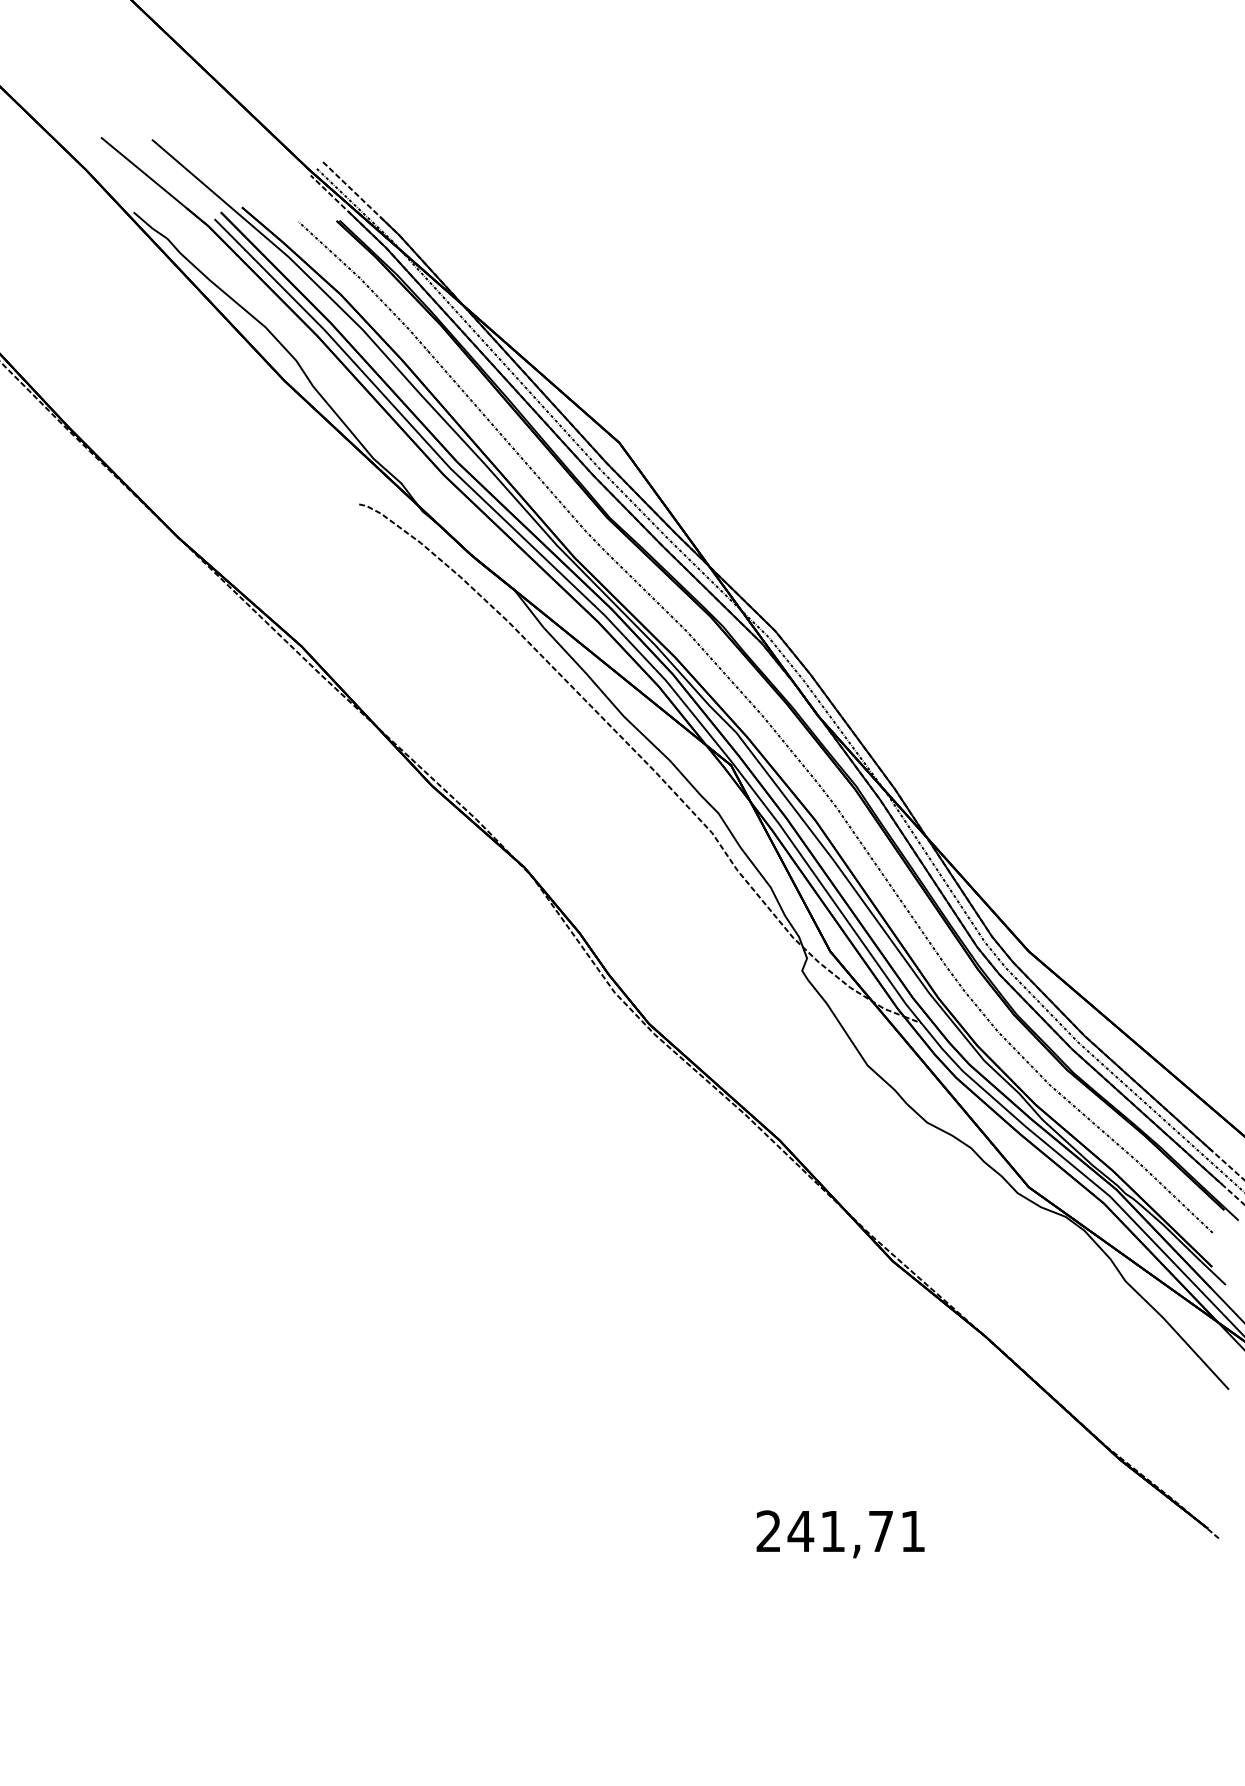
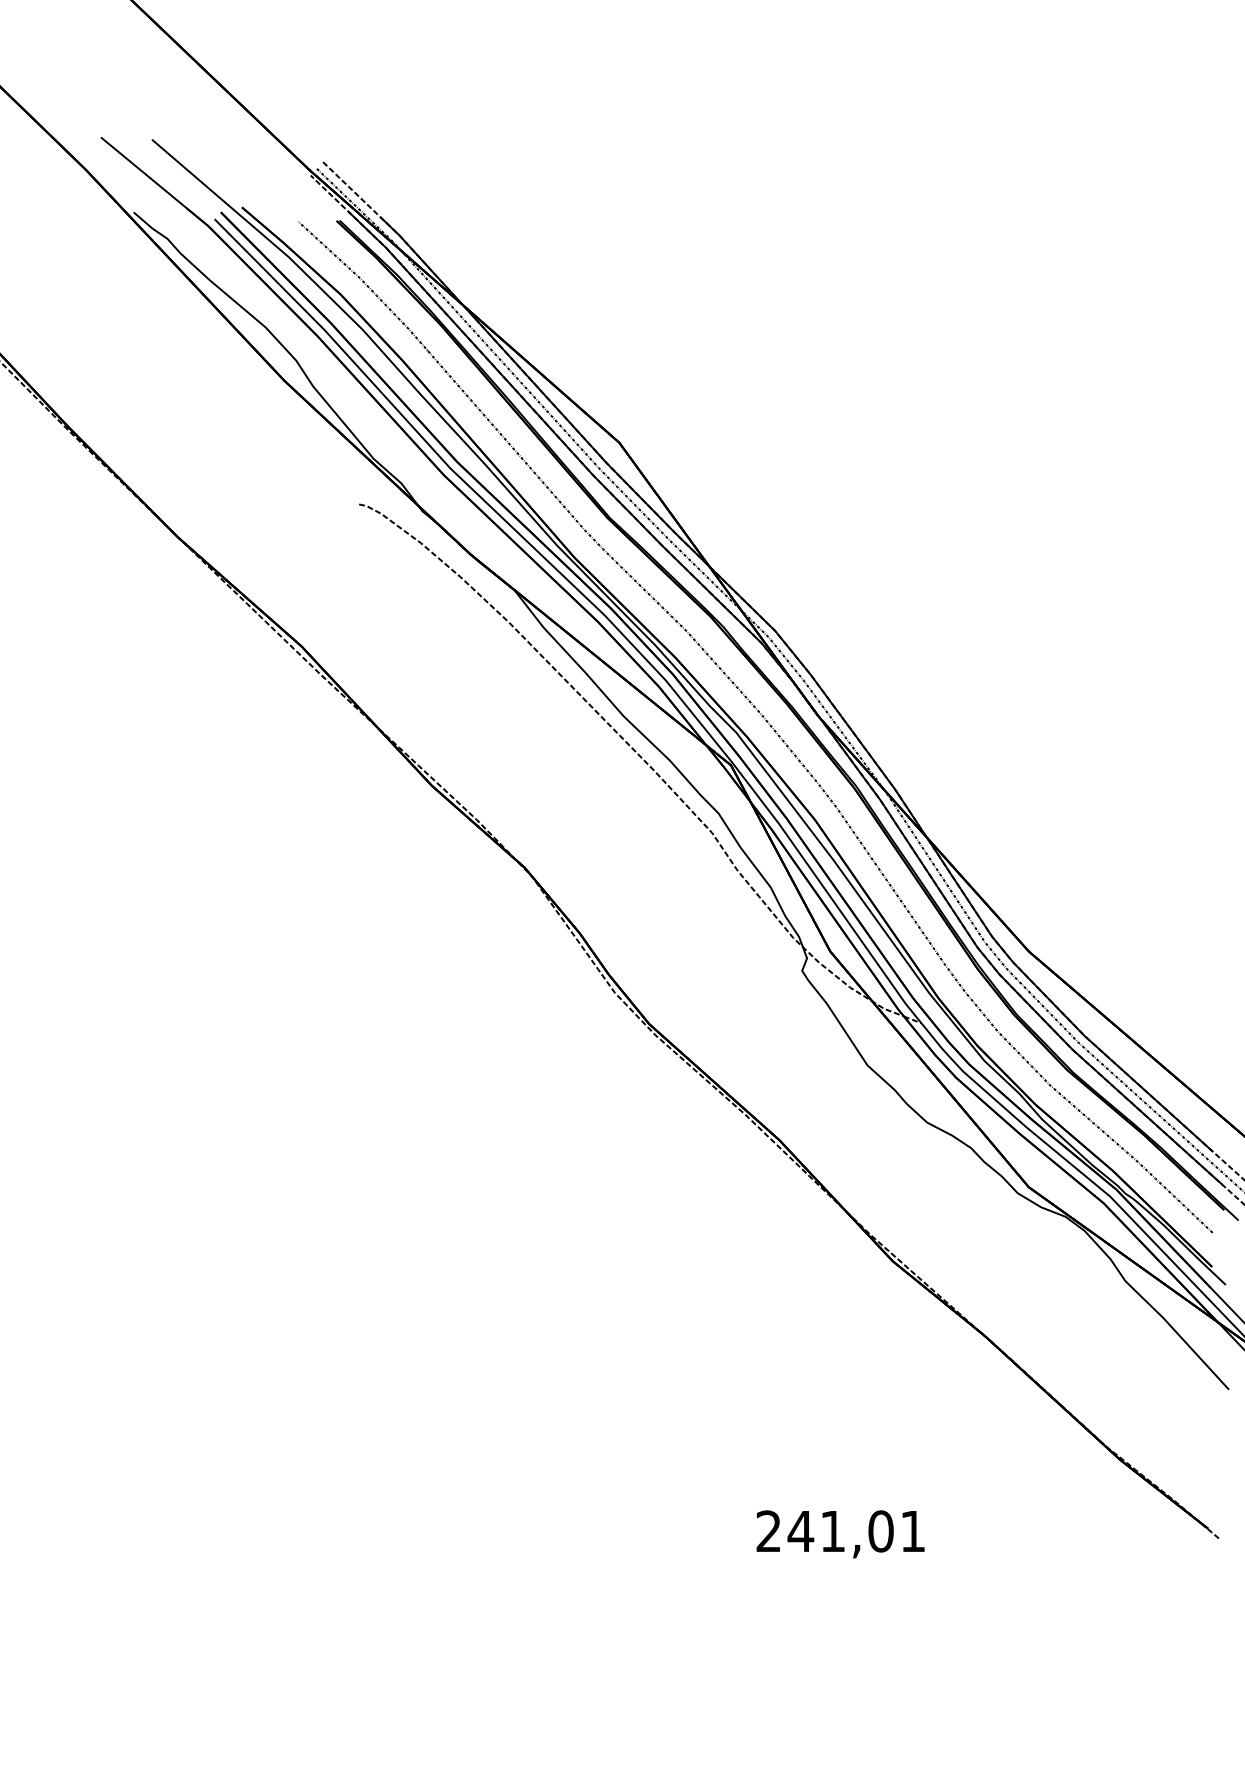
text at (880, 1531): 241,71 -> 241,01
